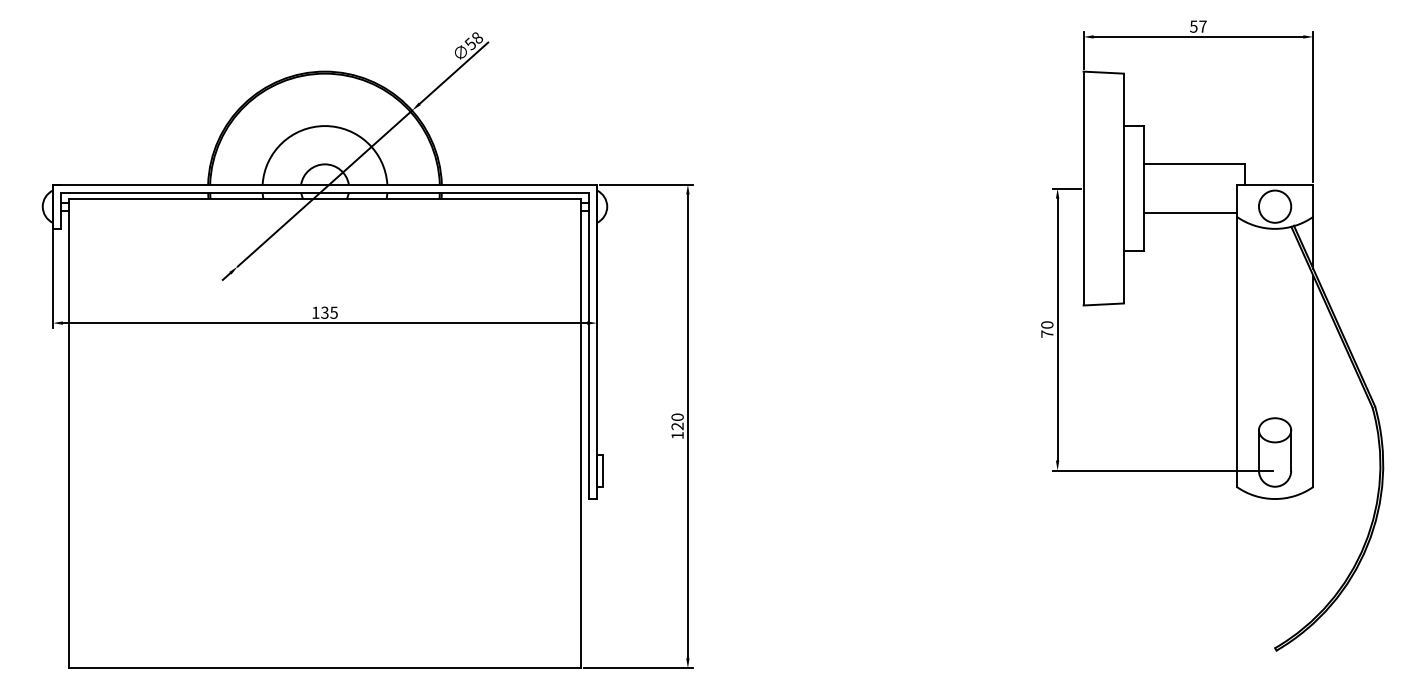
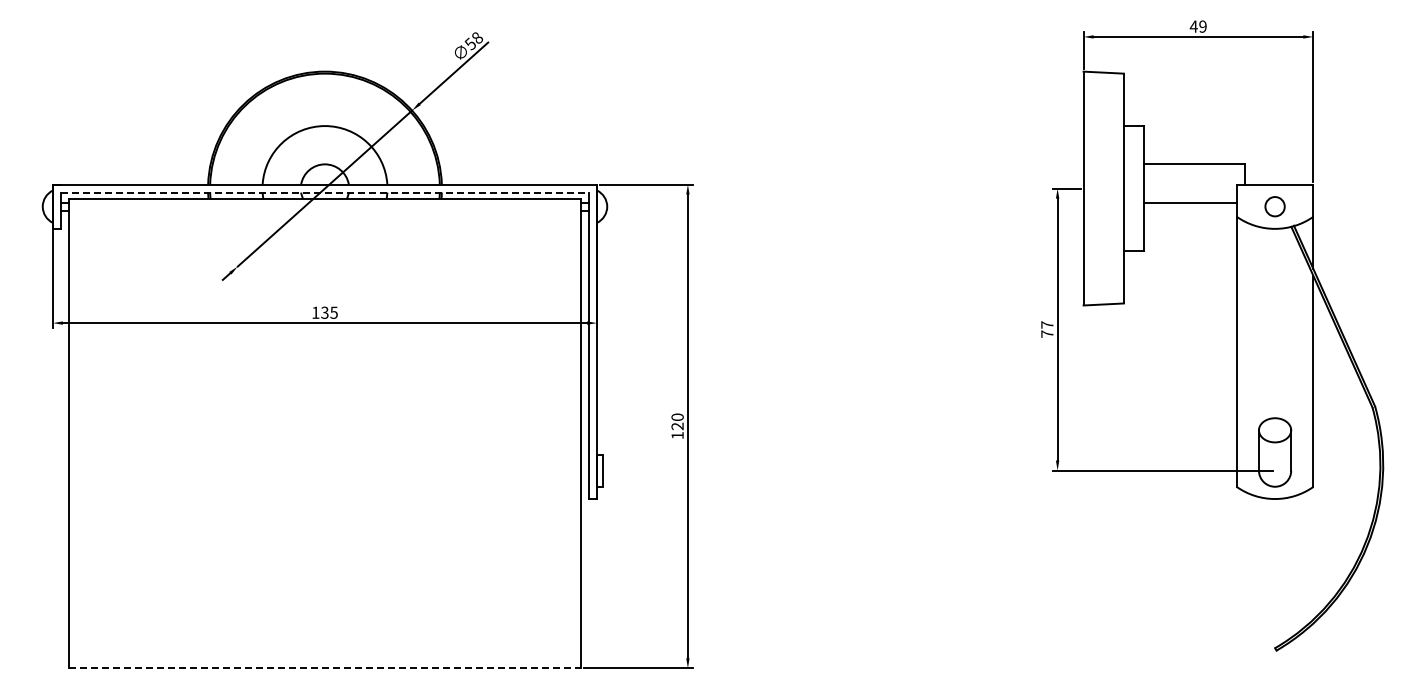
text at (1197, 26): 57 -> 49
line at (325, 192): solid -> dashed
circle at (1274, 206) diameter: 32 px -> 19 px
line at (1190, 212) position: (1190, 212) -> (1190, 202)
text at (1047, 324): 70 -> 77
line at (325, 668): solid -> dashed
